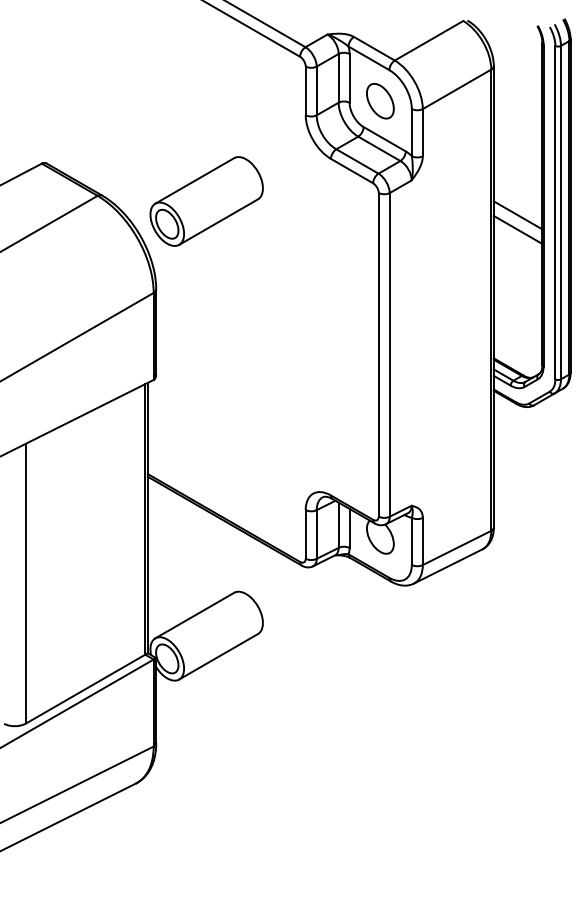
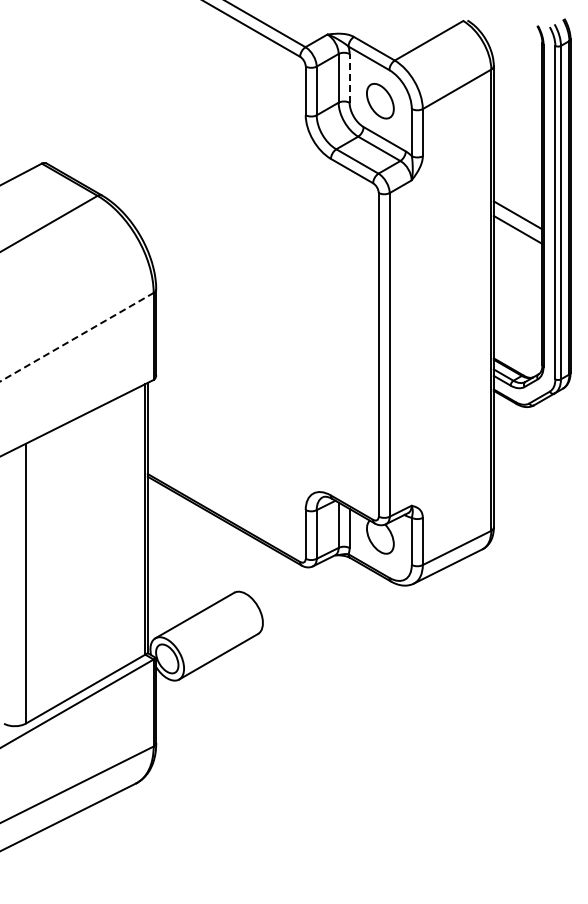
line at (349, 77): solid -> dashed
part at (206, 201): present -> none
line at (77, 336): solid -> dashed
